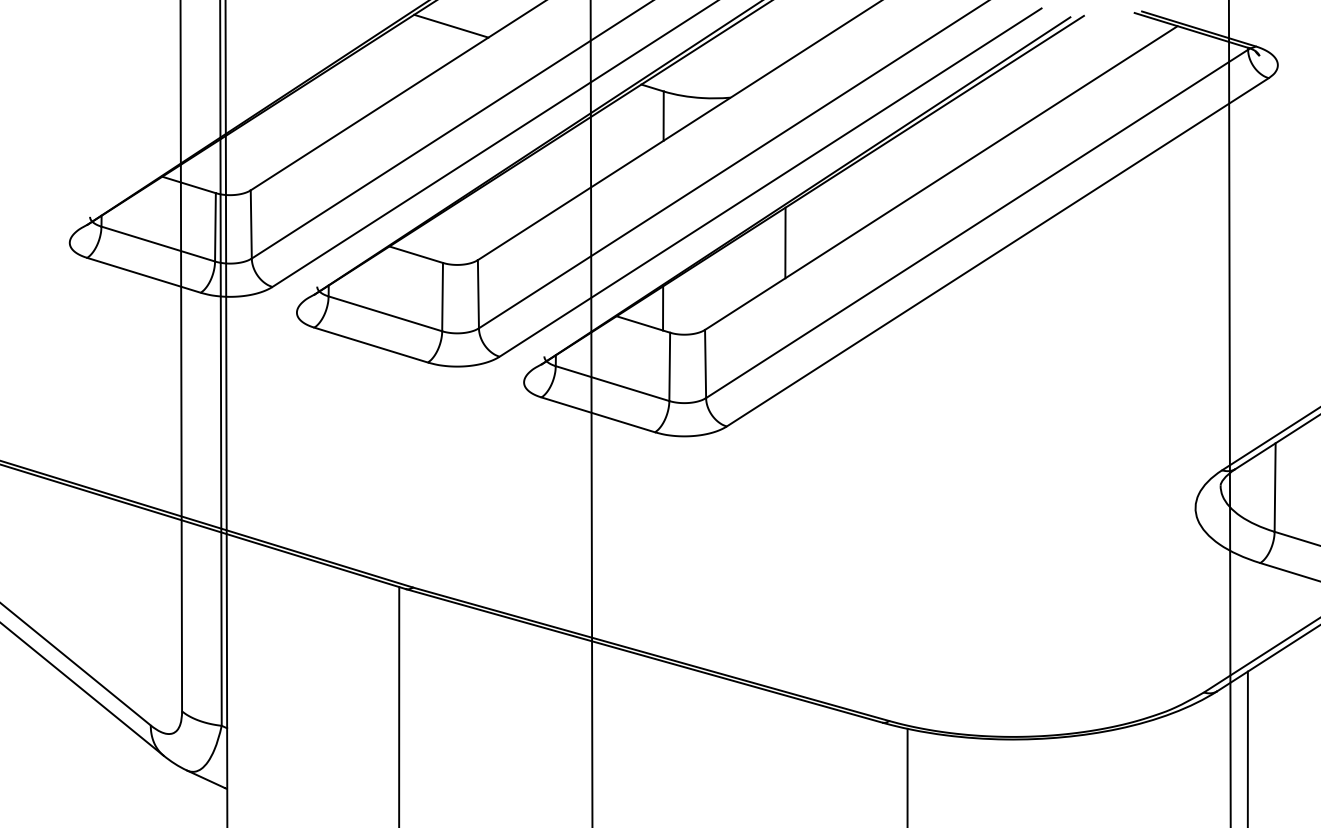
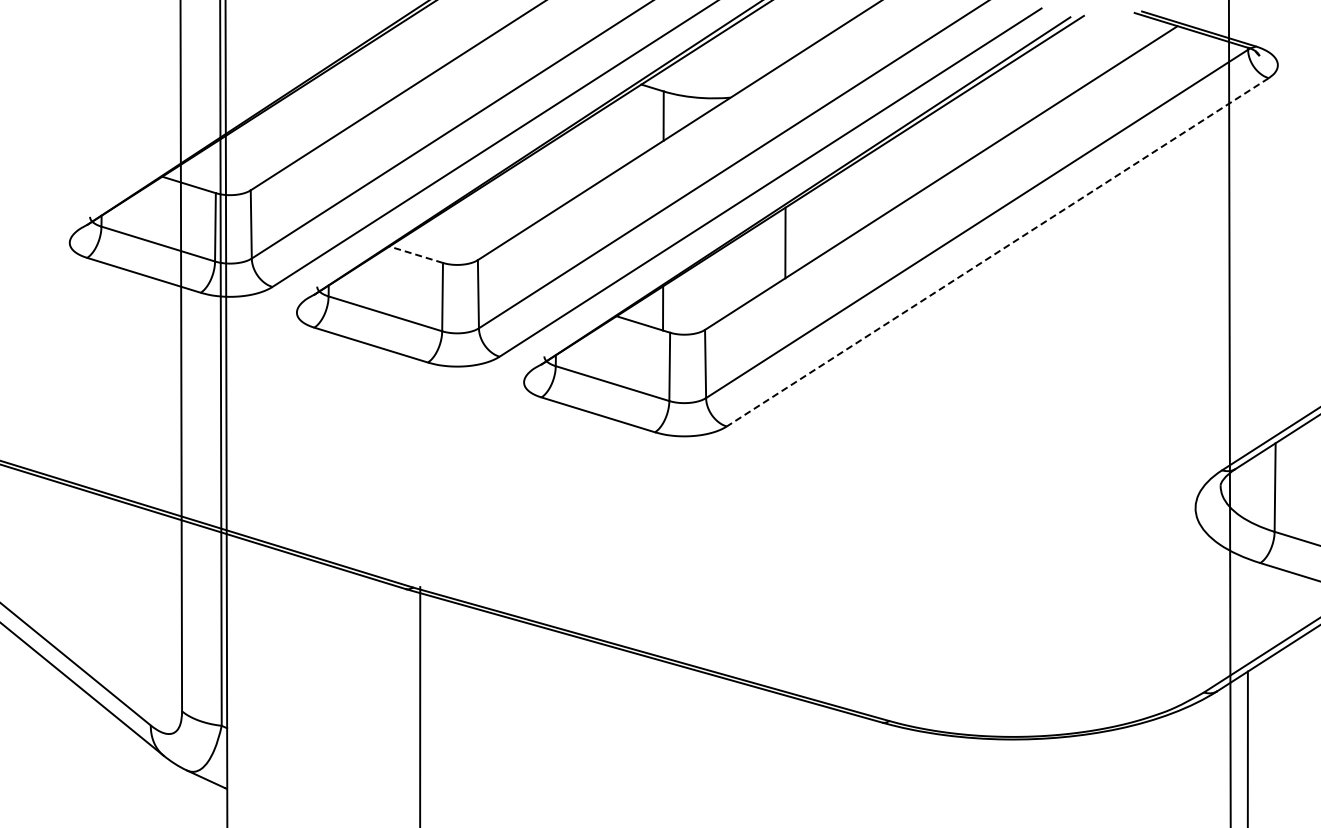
line at (451, 25): present -> none
line at (997, 252): solid -> dashed
line at (415, 254): solid -> dashed
line at (591, 413): present -> none
line at (399, 705) position: (399, 705) -> (420, 705)
line at (907, 776): present -> none
